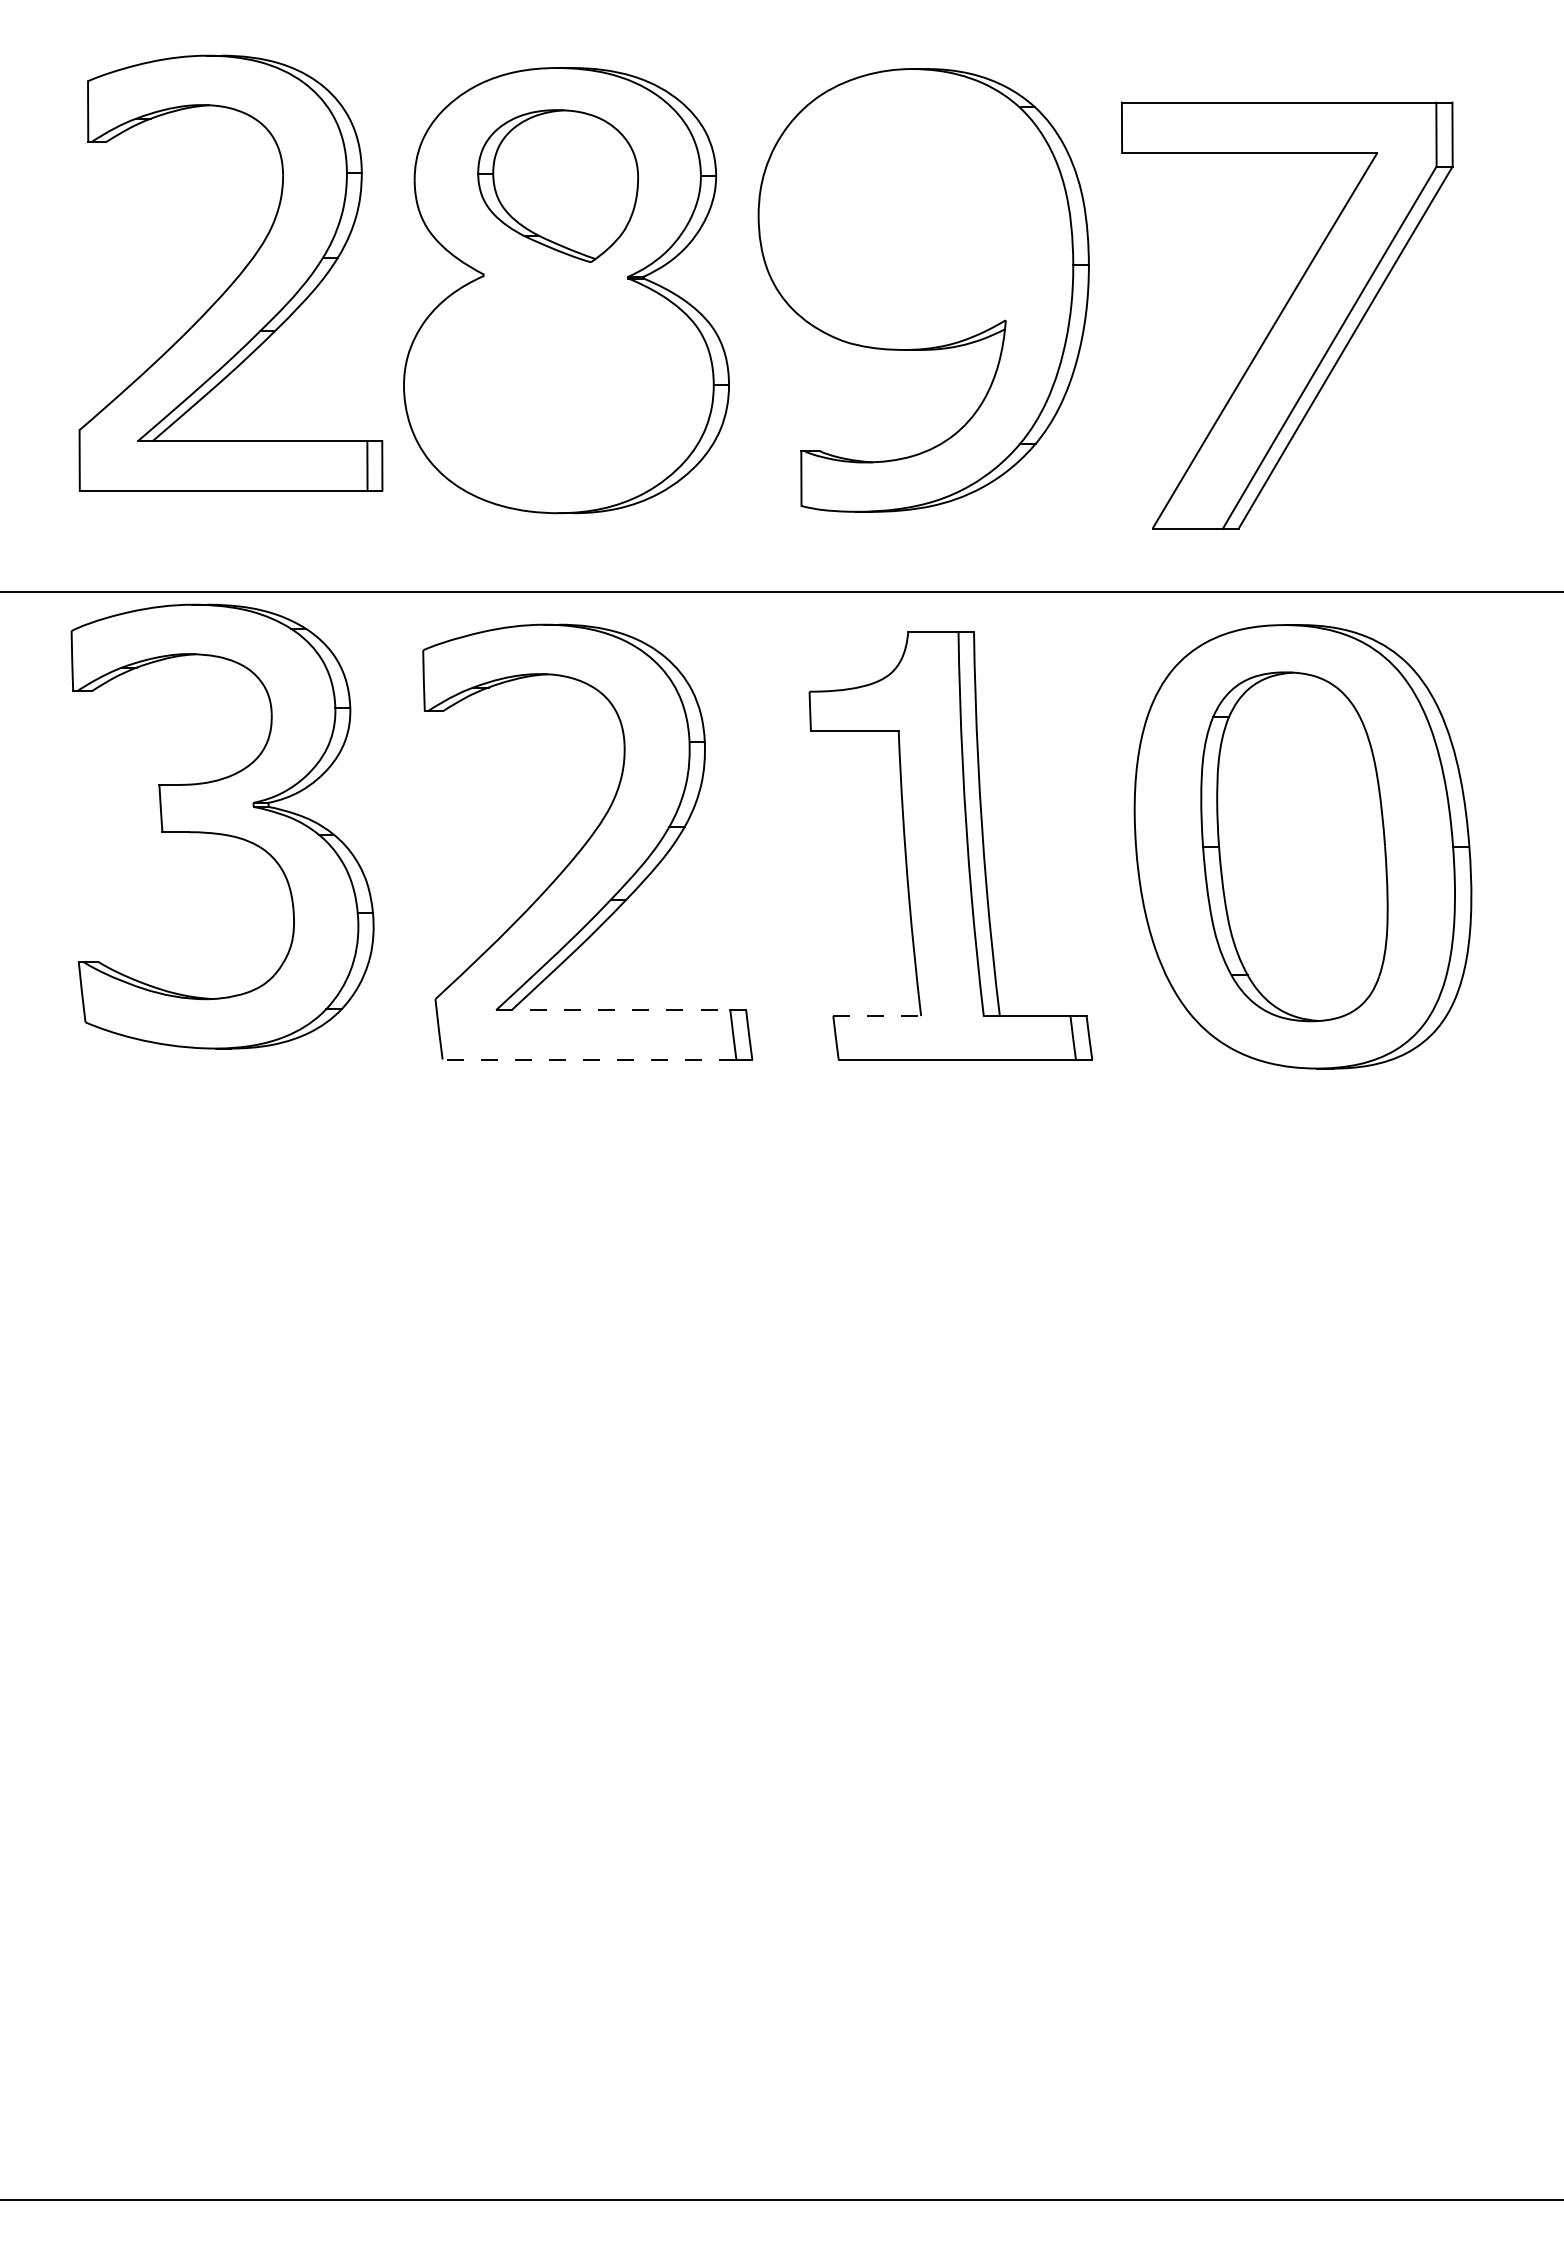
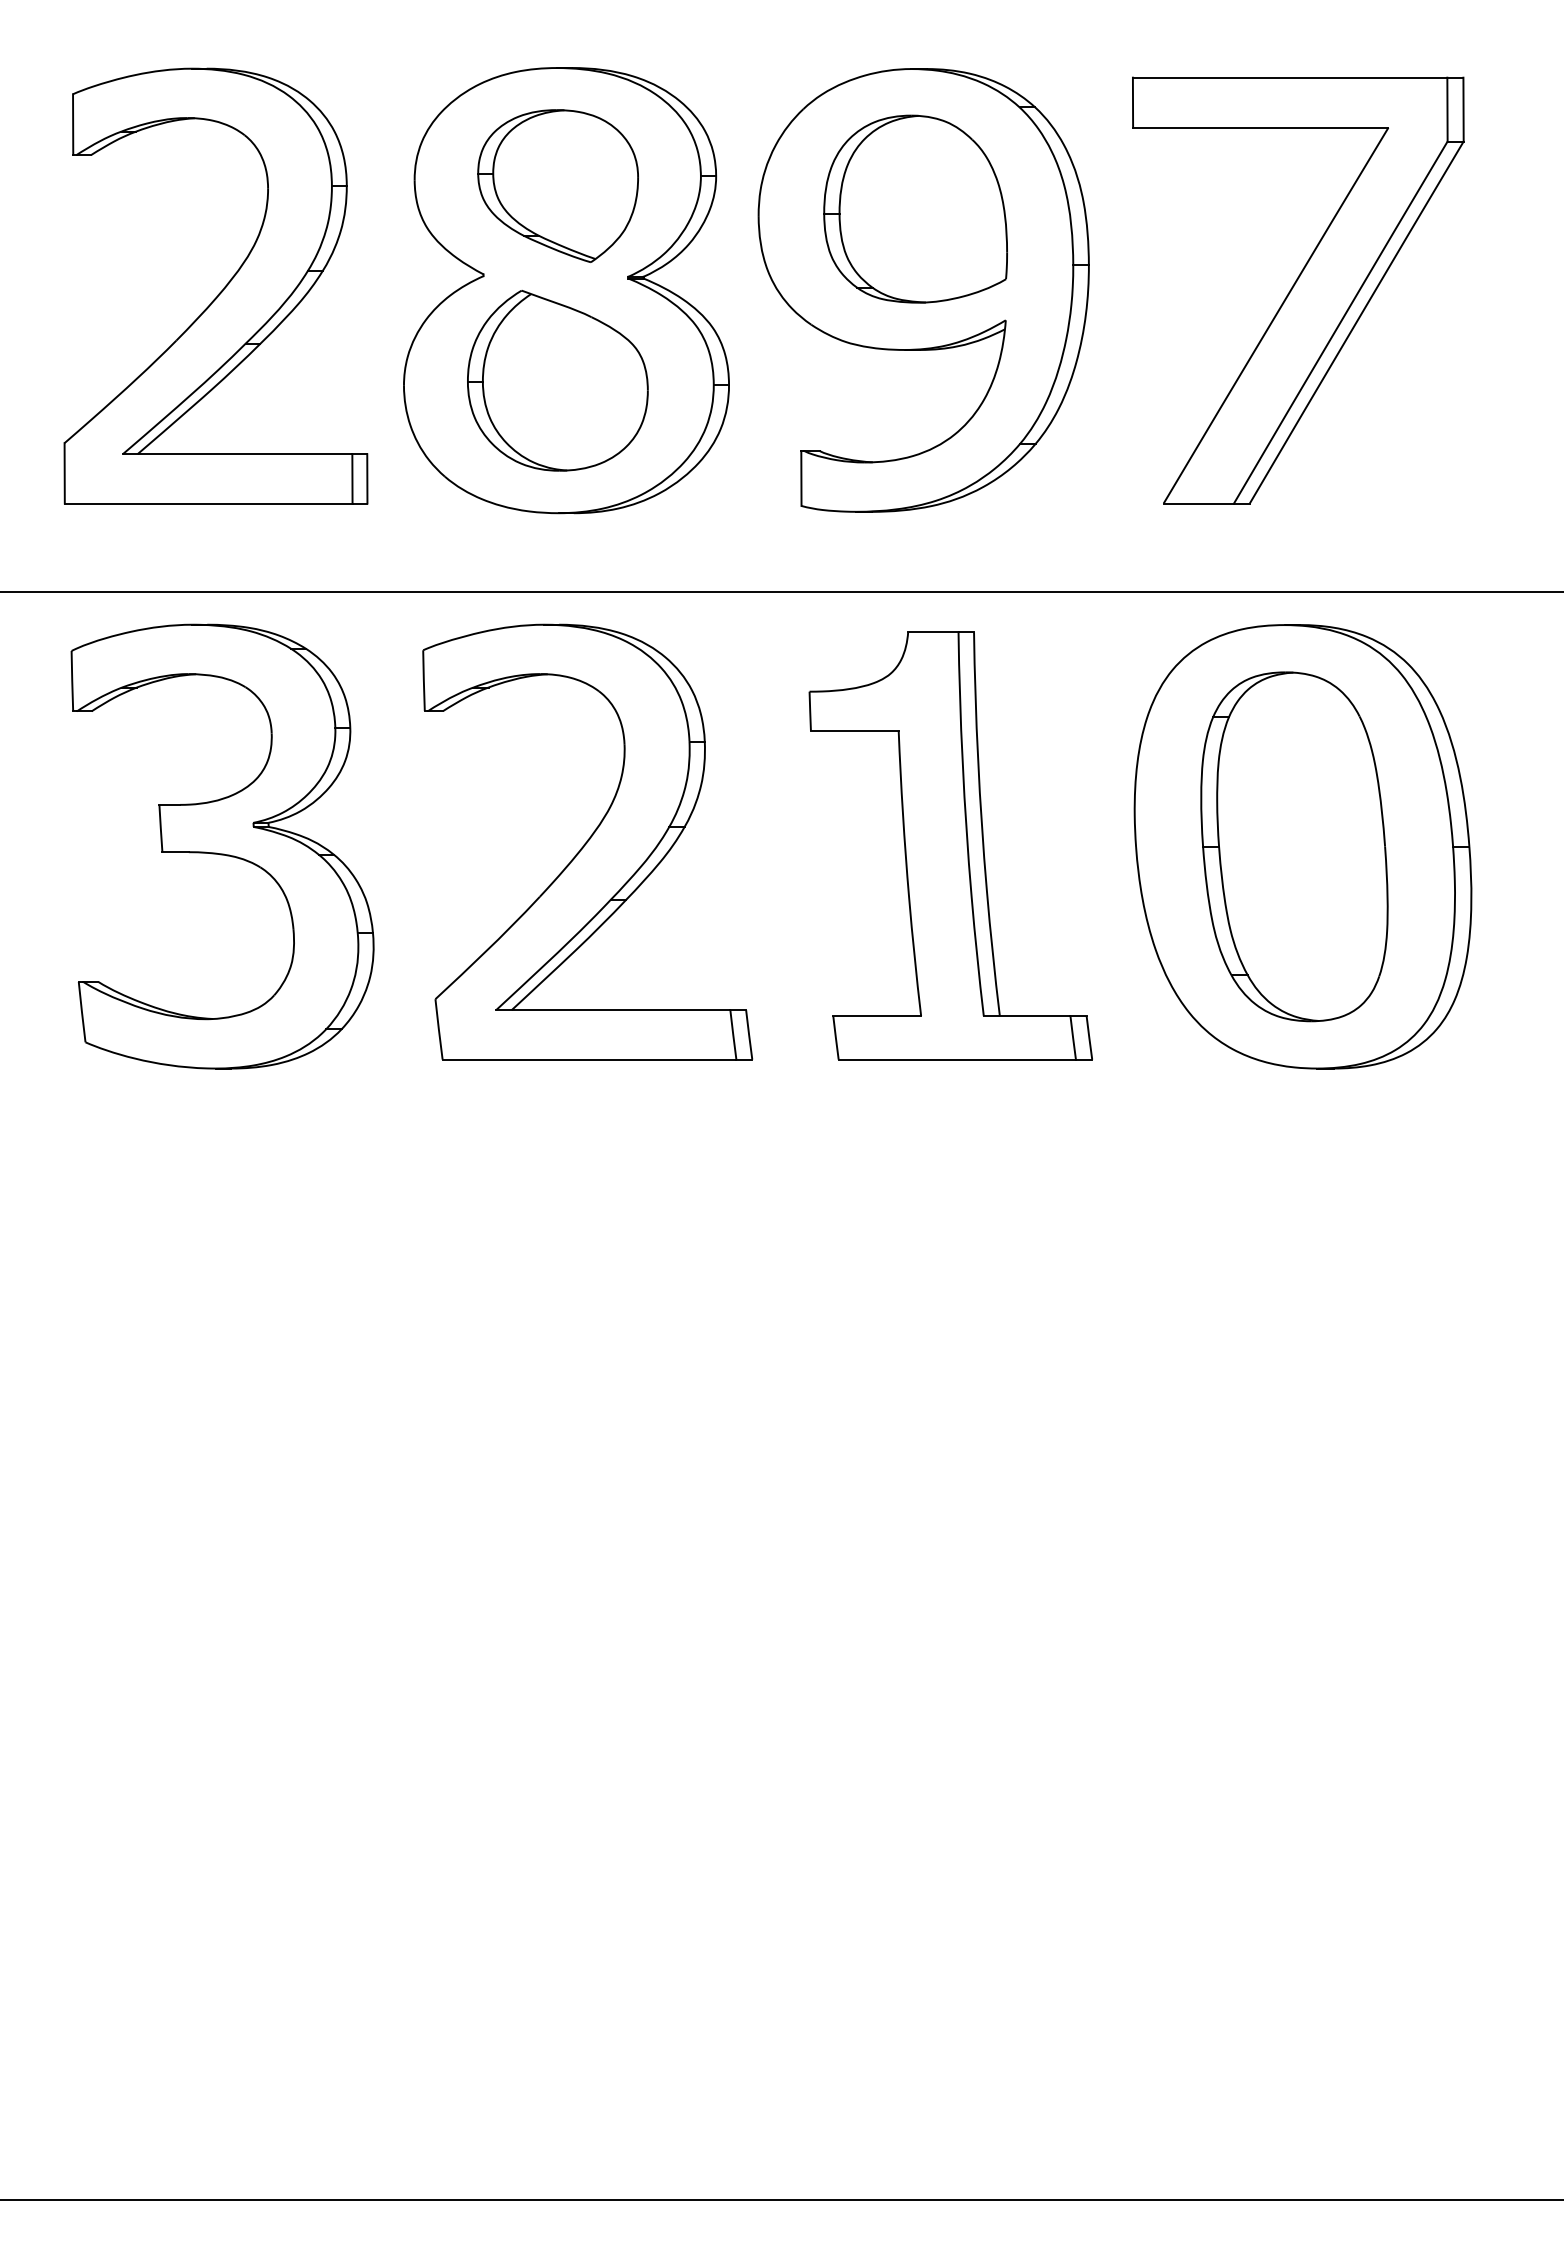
part at (915, 208): none -> present
part at (236, 277) position: (236, 277) -> (221, 290)
part at (1287, 315) position: (1287, 315) -> (1298, 290)
part at (557, 380): none -> present
part at (222, 826) position: (222, 826) -> (222, 846)
line at (613, 1010): dashed -> solid
line at (877, 1016): dashed -> solid
line at (589, 1059): dashed -> solid
